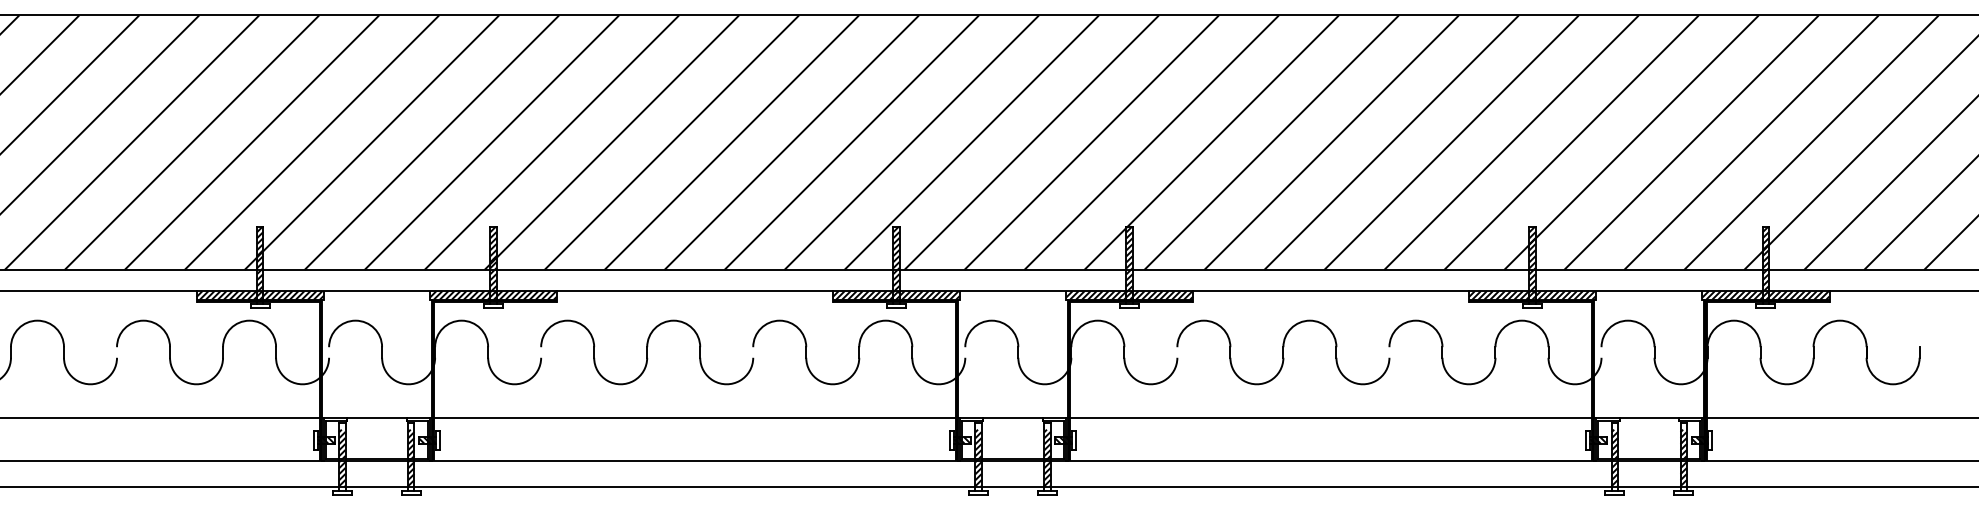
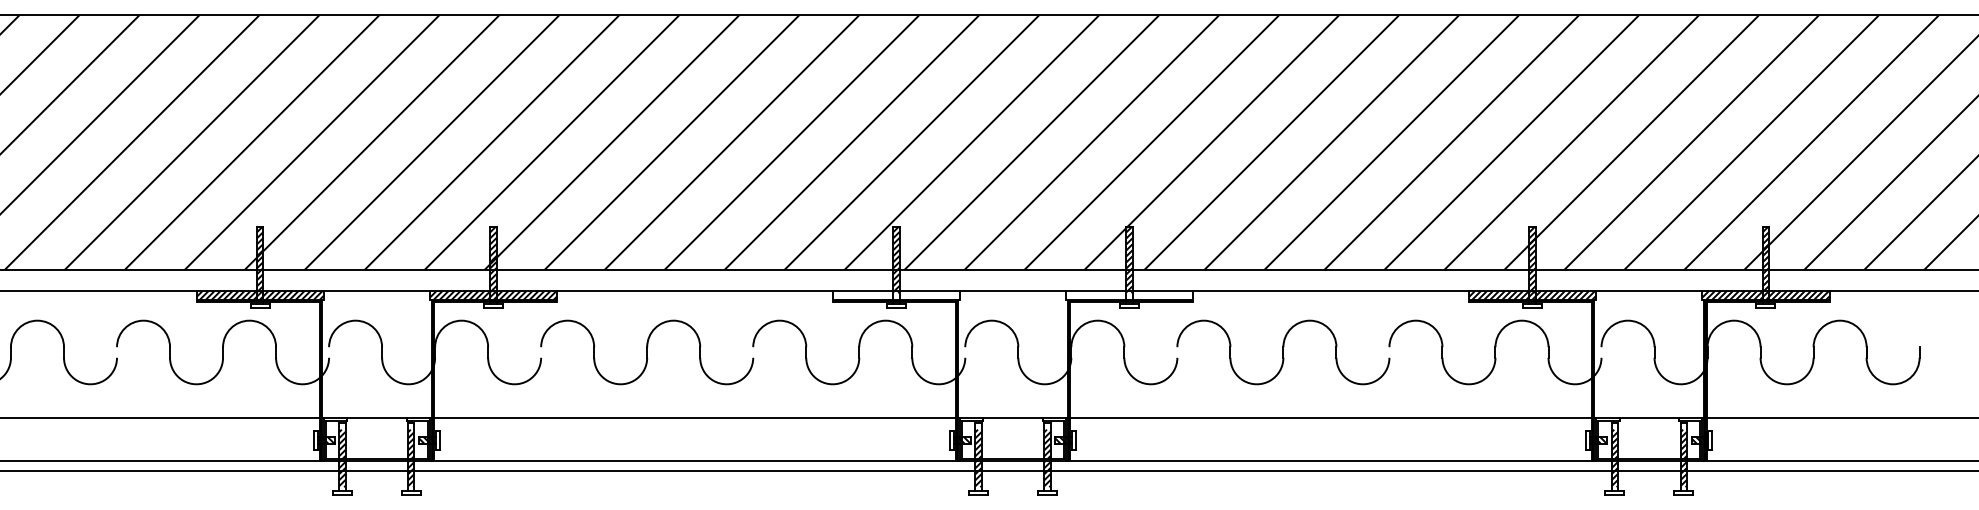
hatch at (896, 295): present -> none
hatch at (1129, 295): present -> none
line at (988, 487) position: (988, 487) -> (988, 471)
